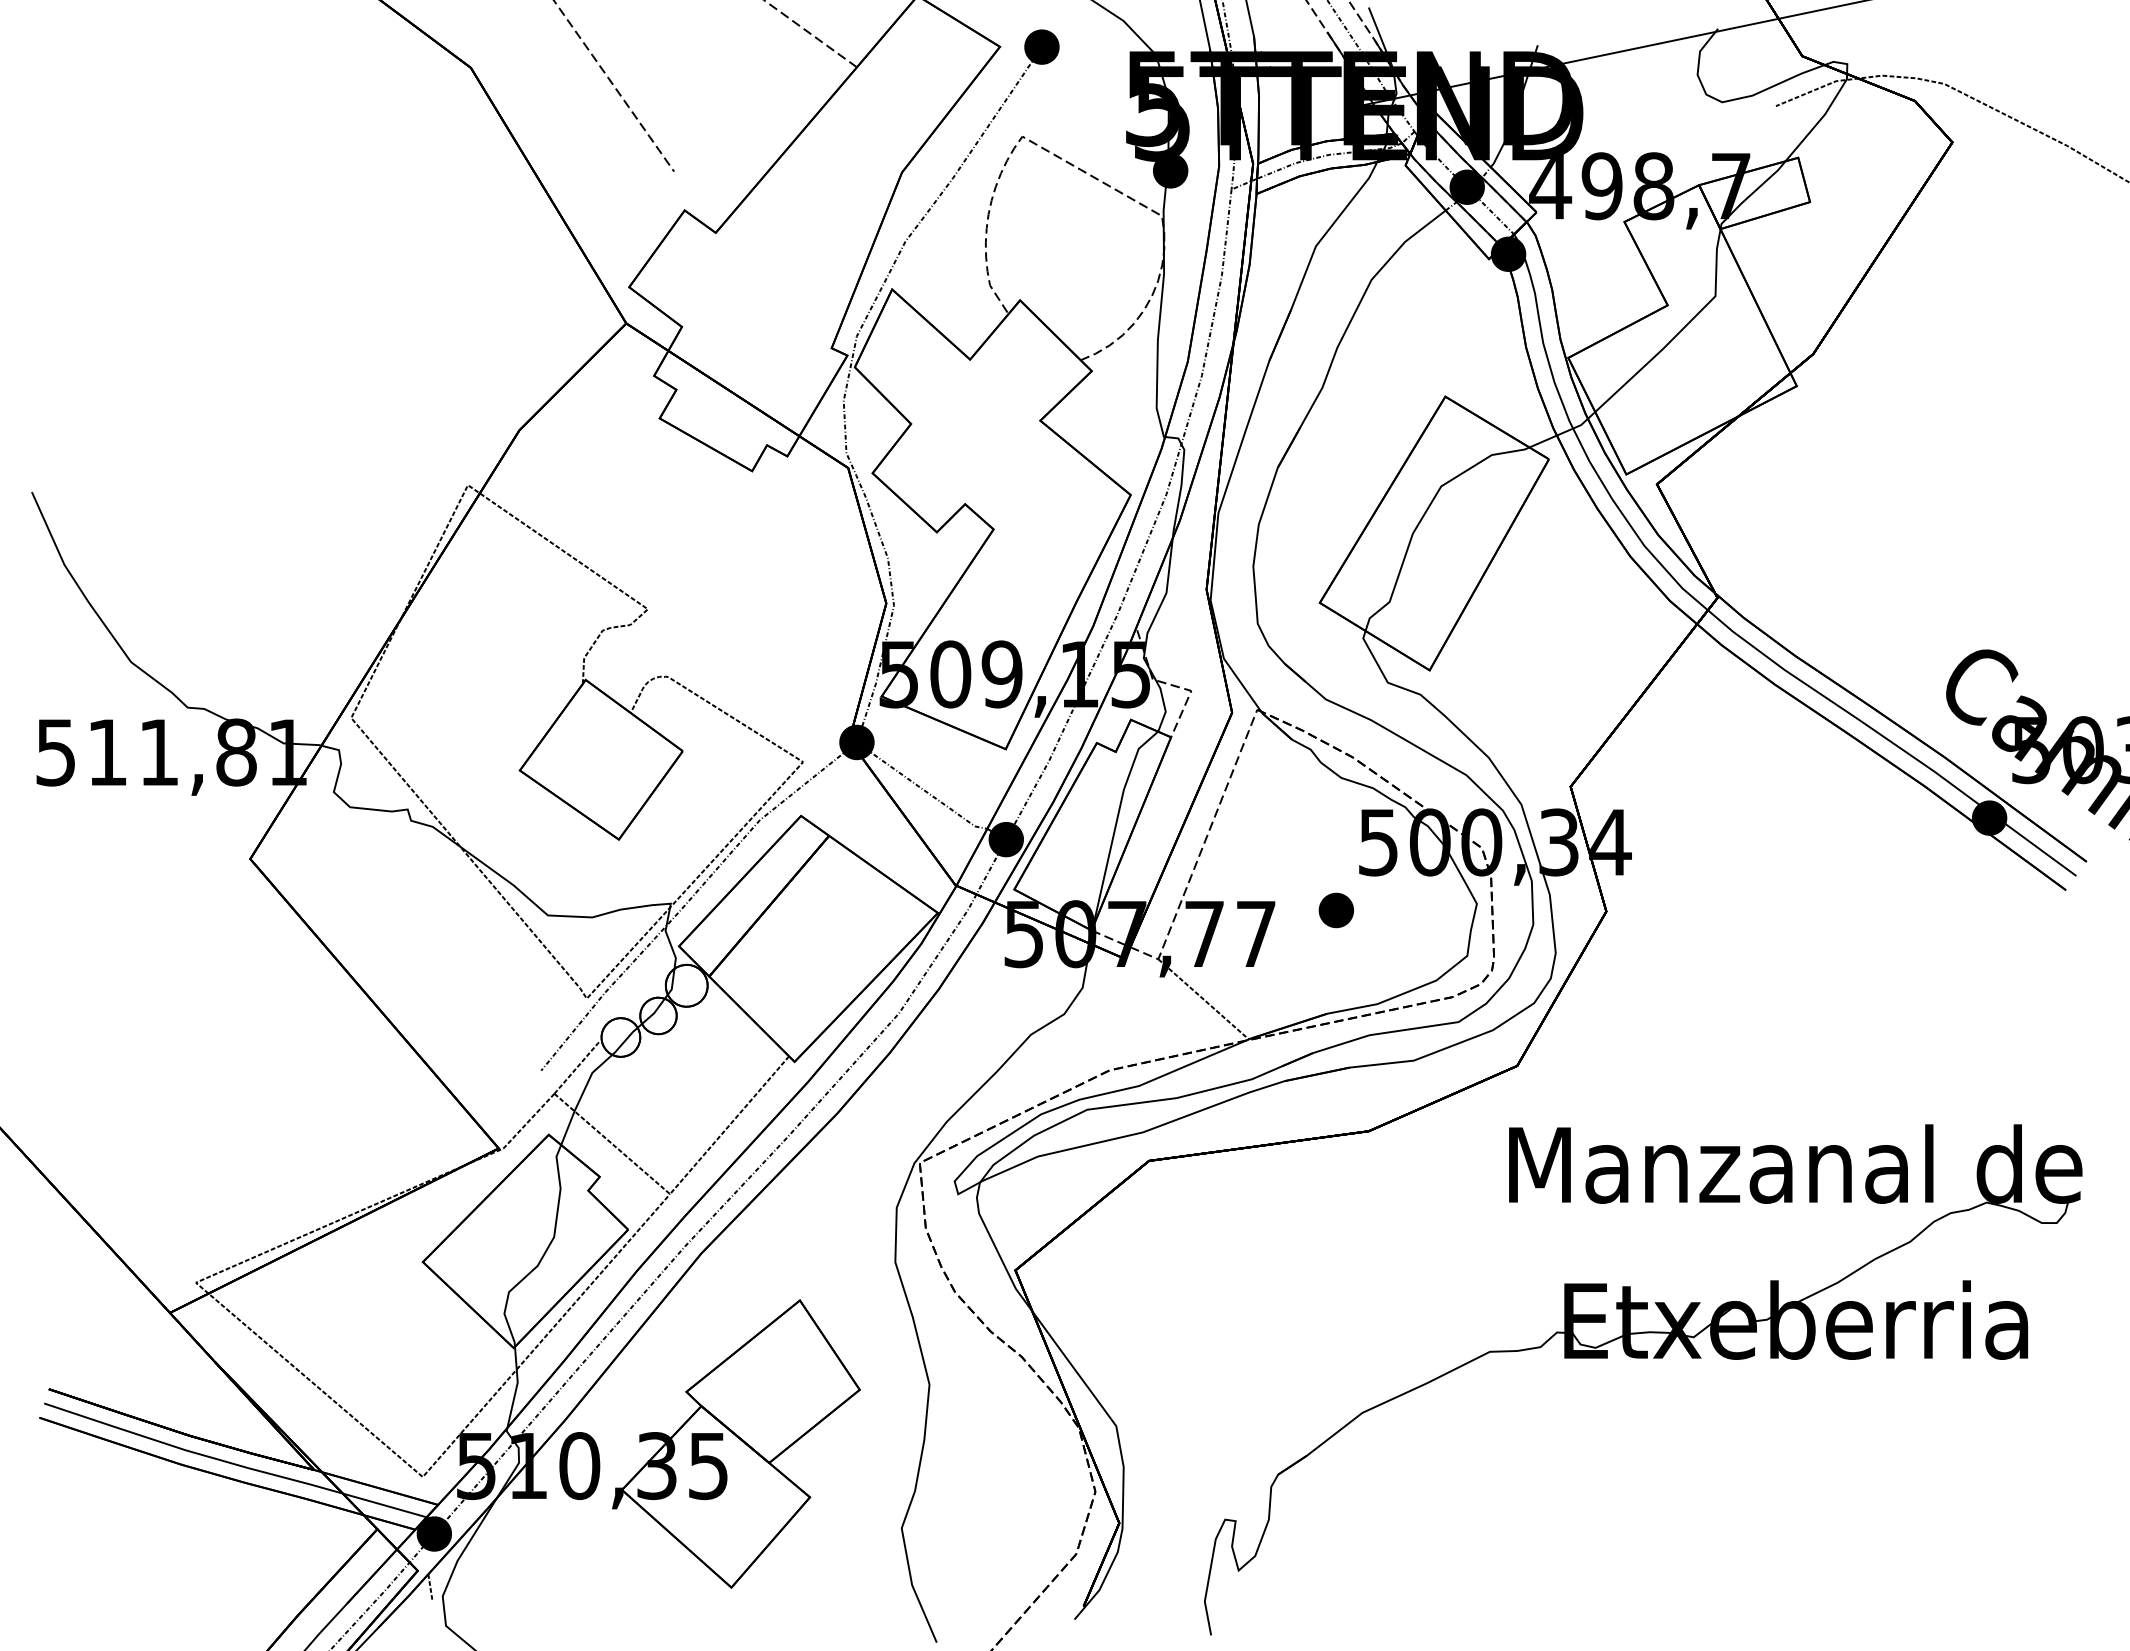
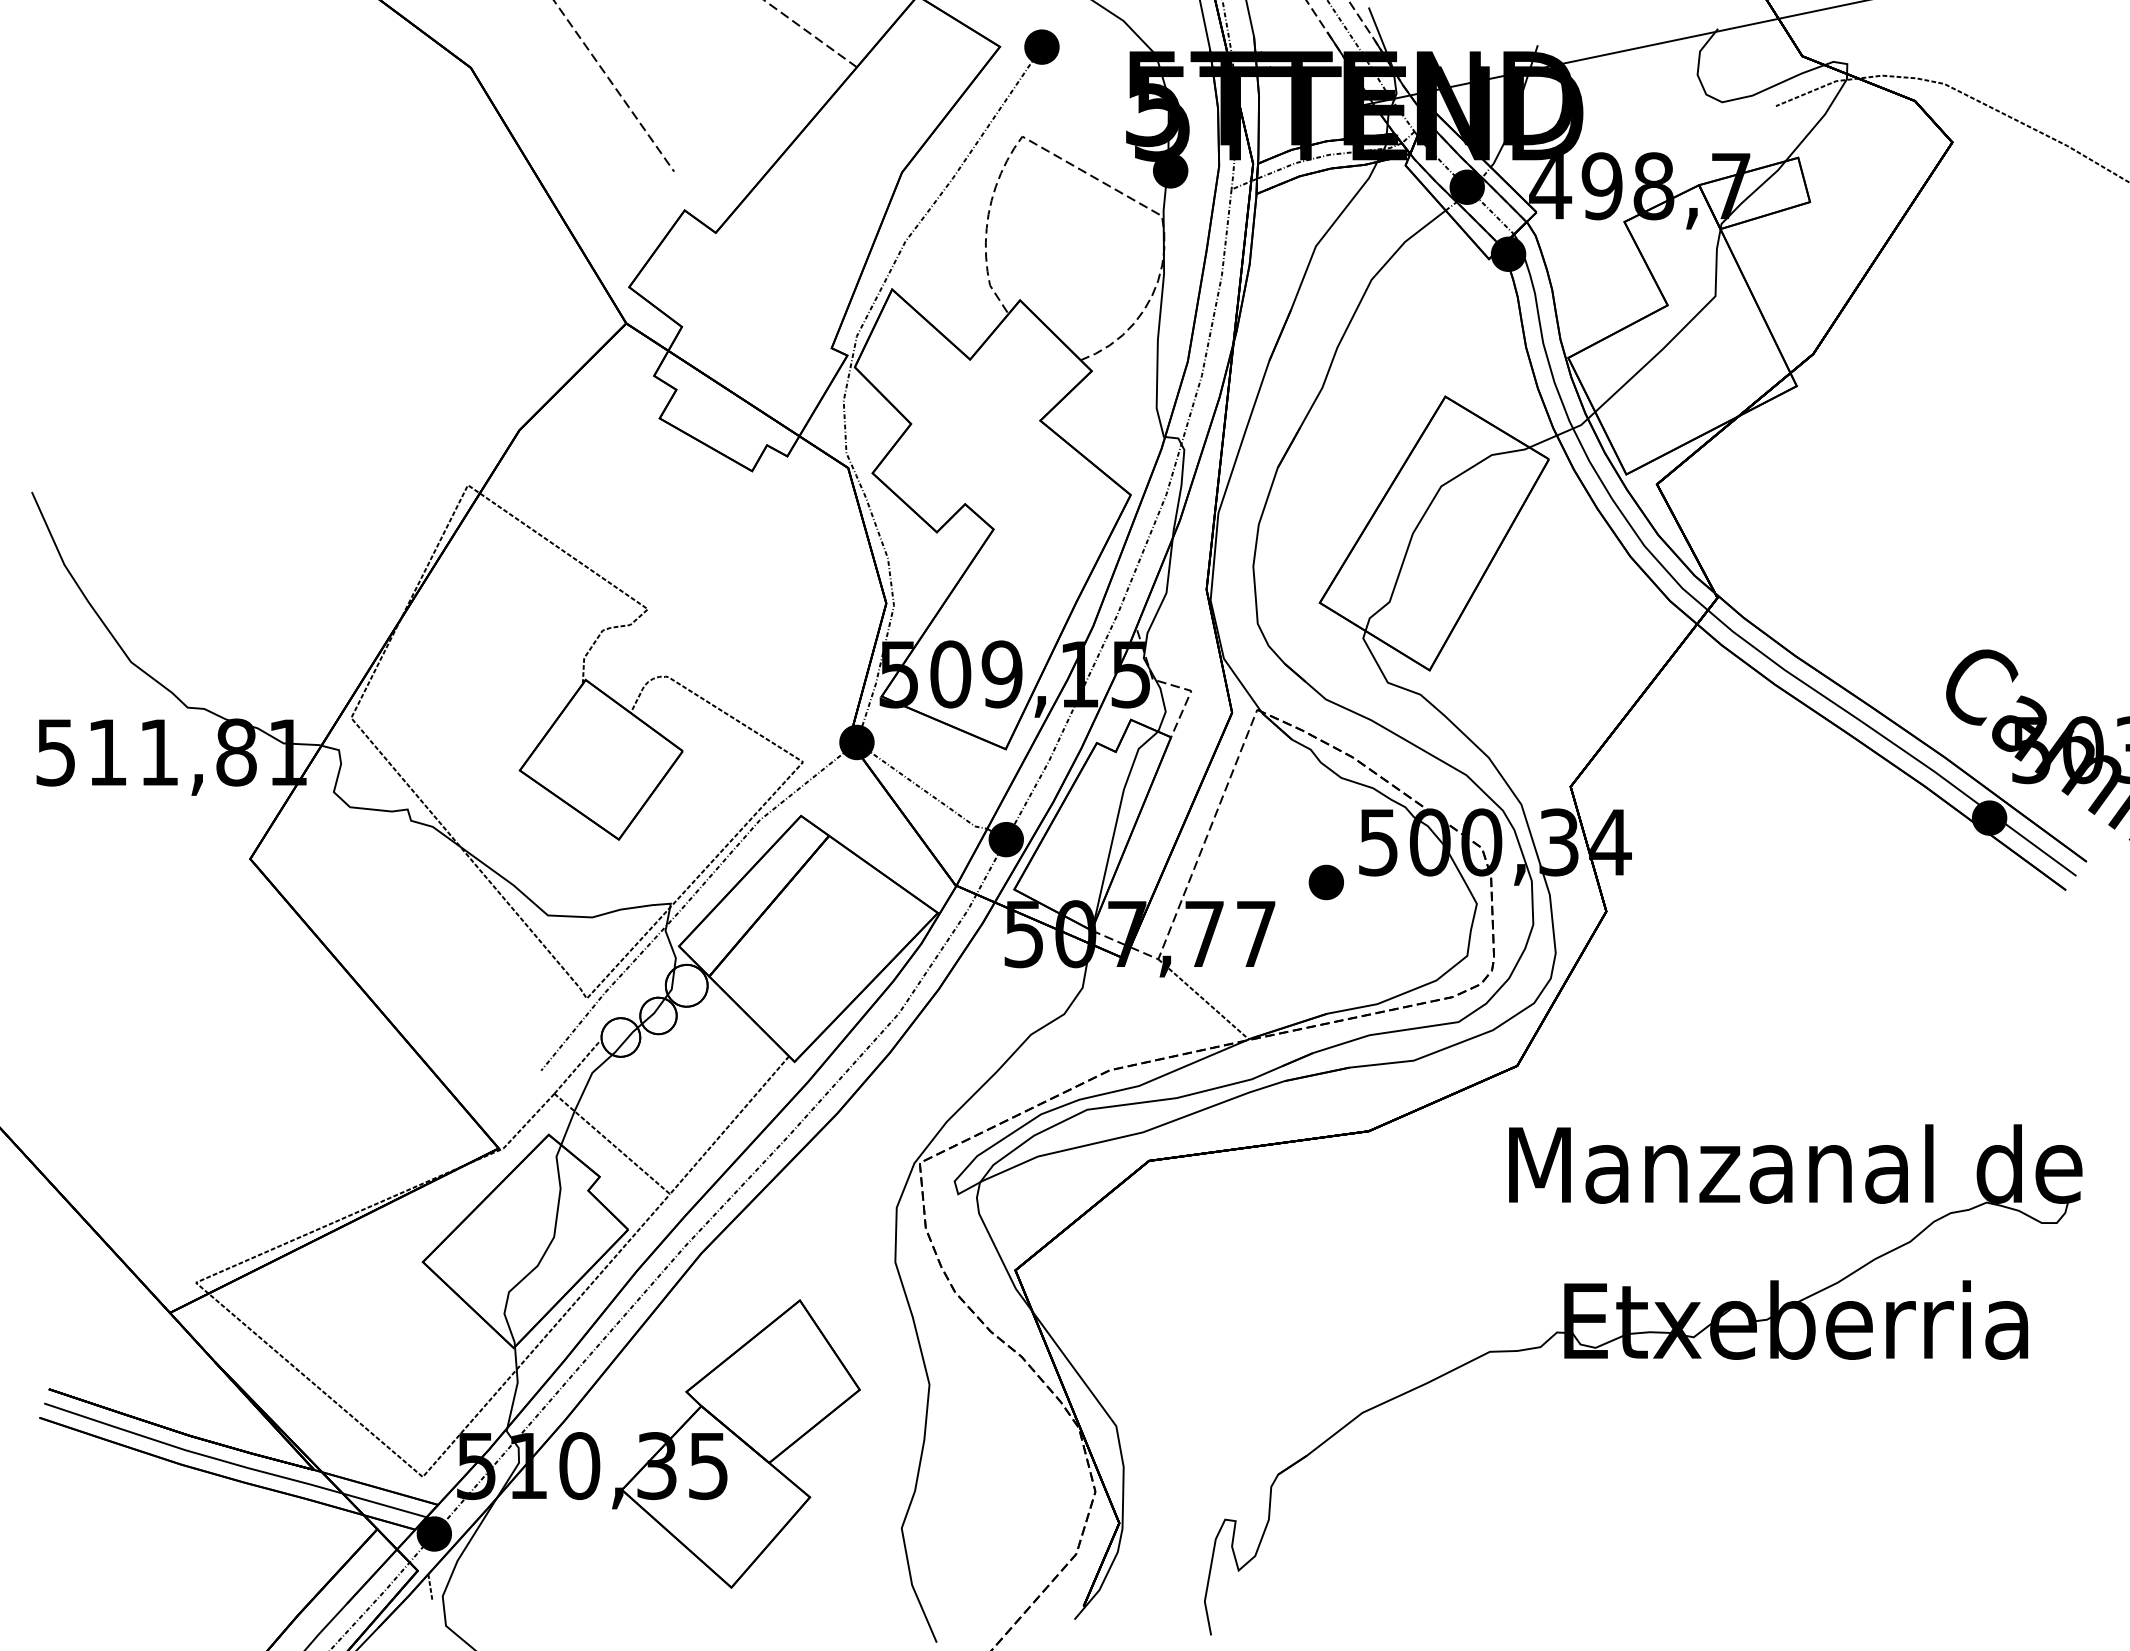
part at (1335, 910) position: (1335, 910) -> (1325, 882)
